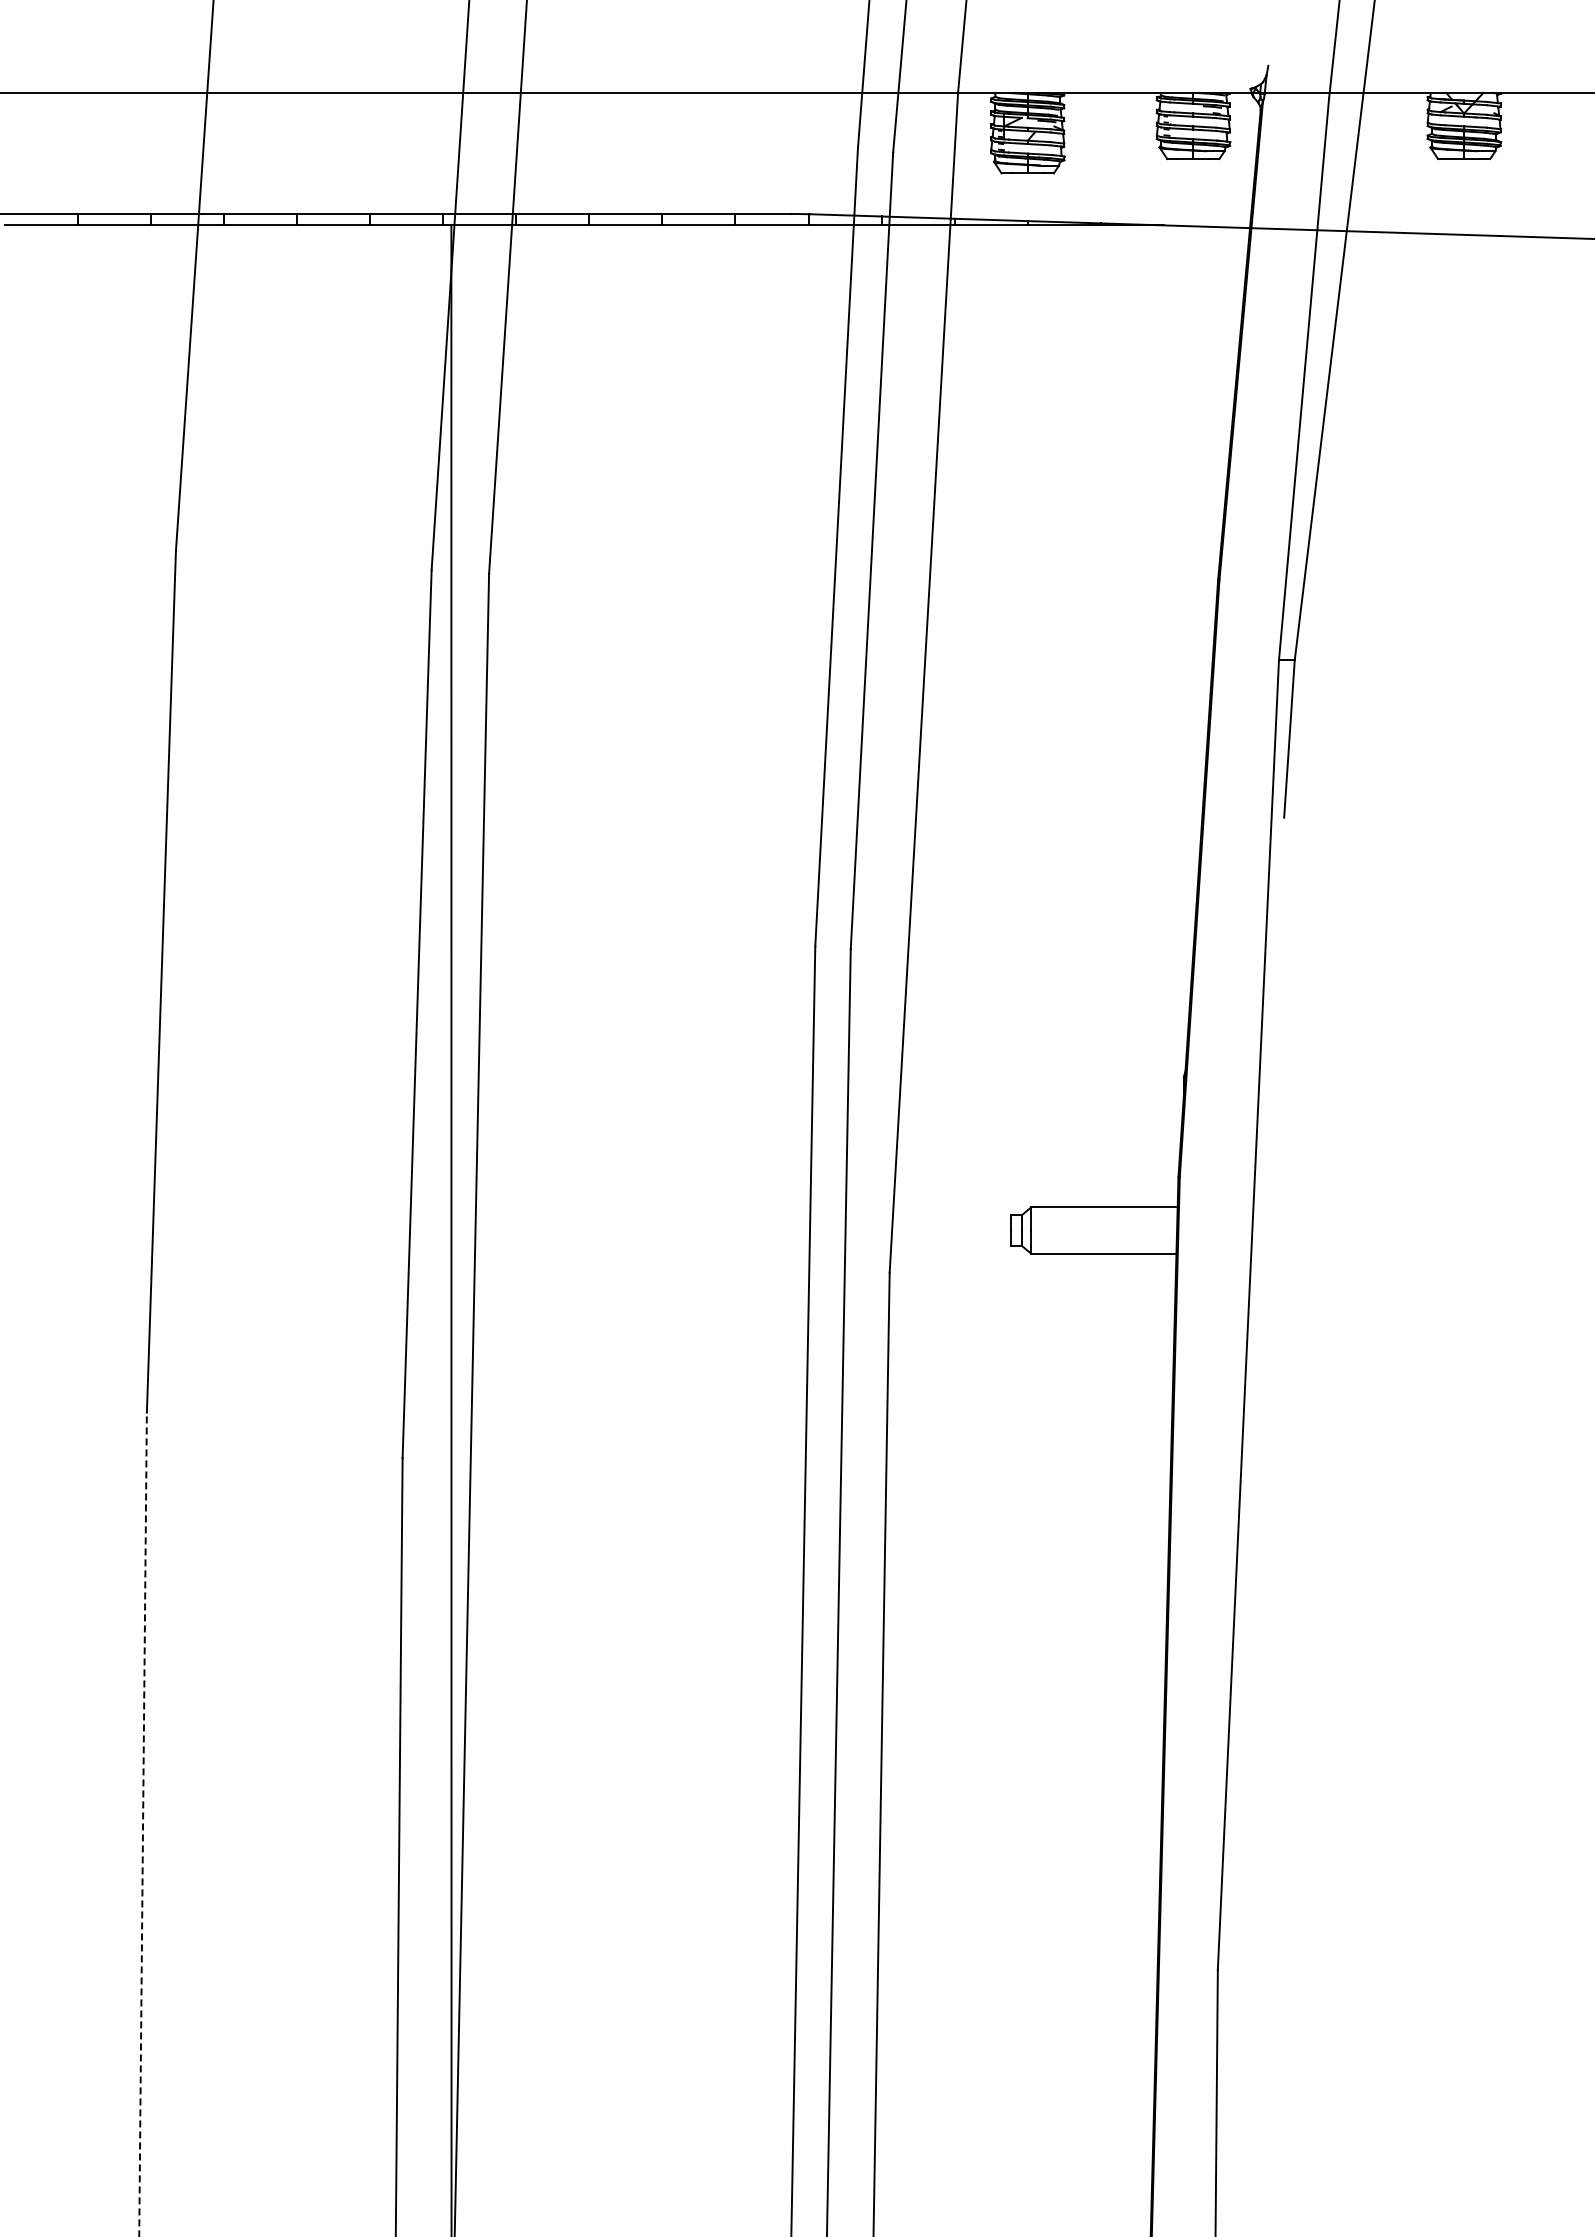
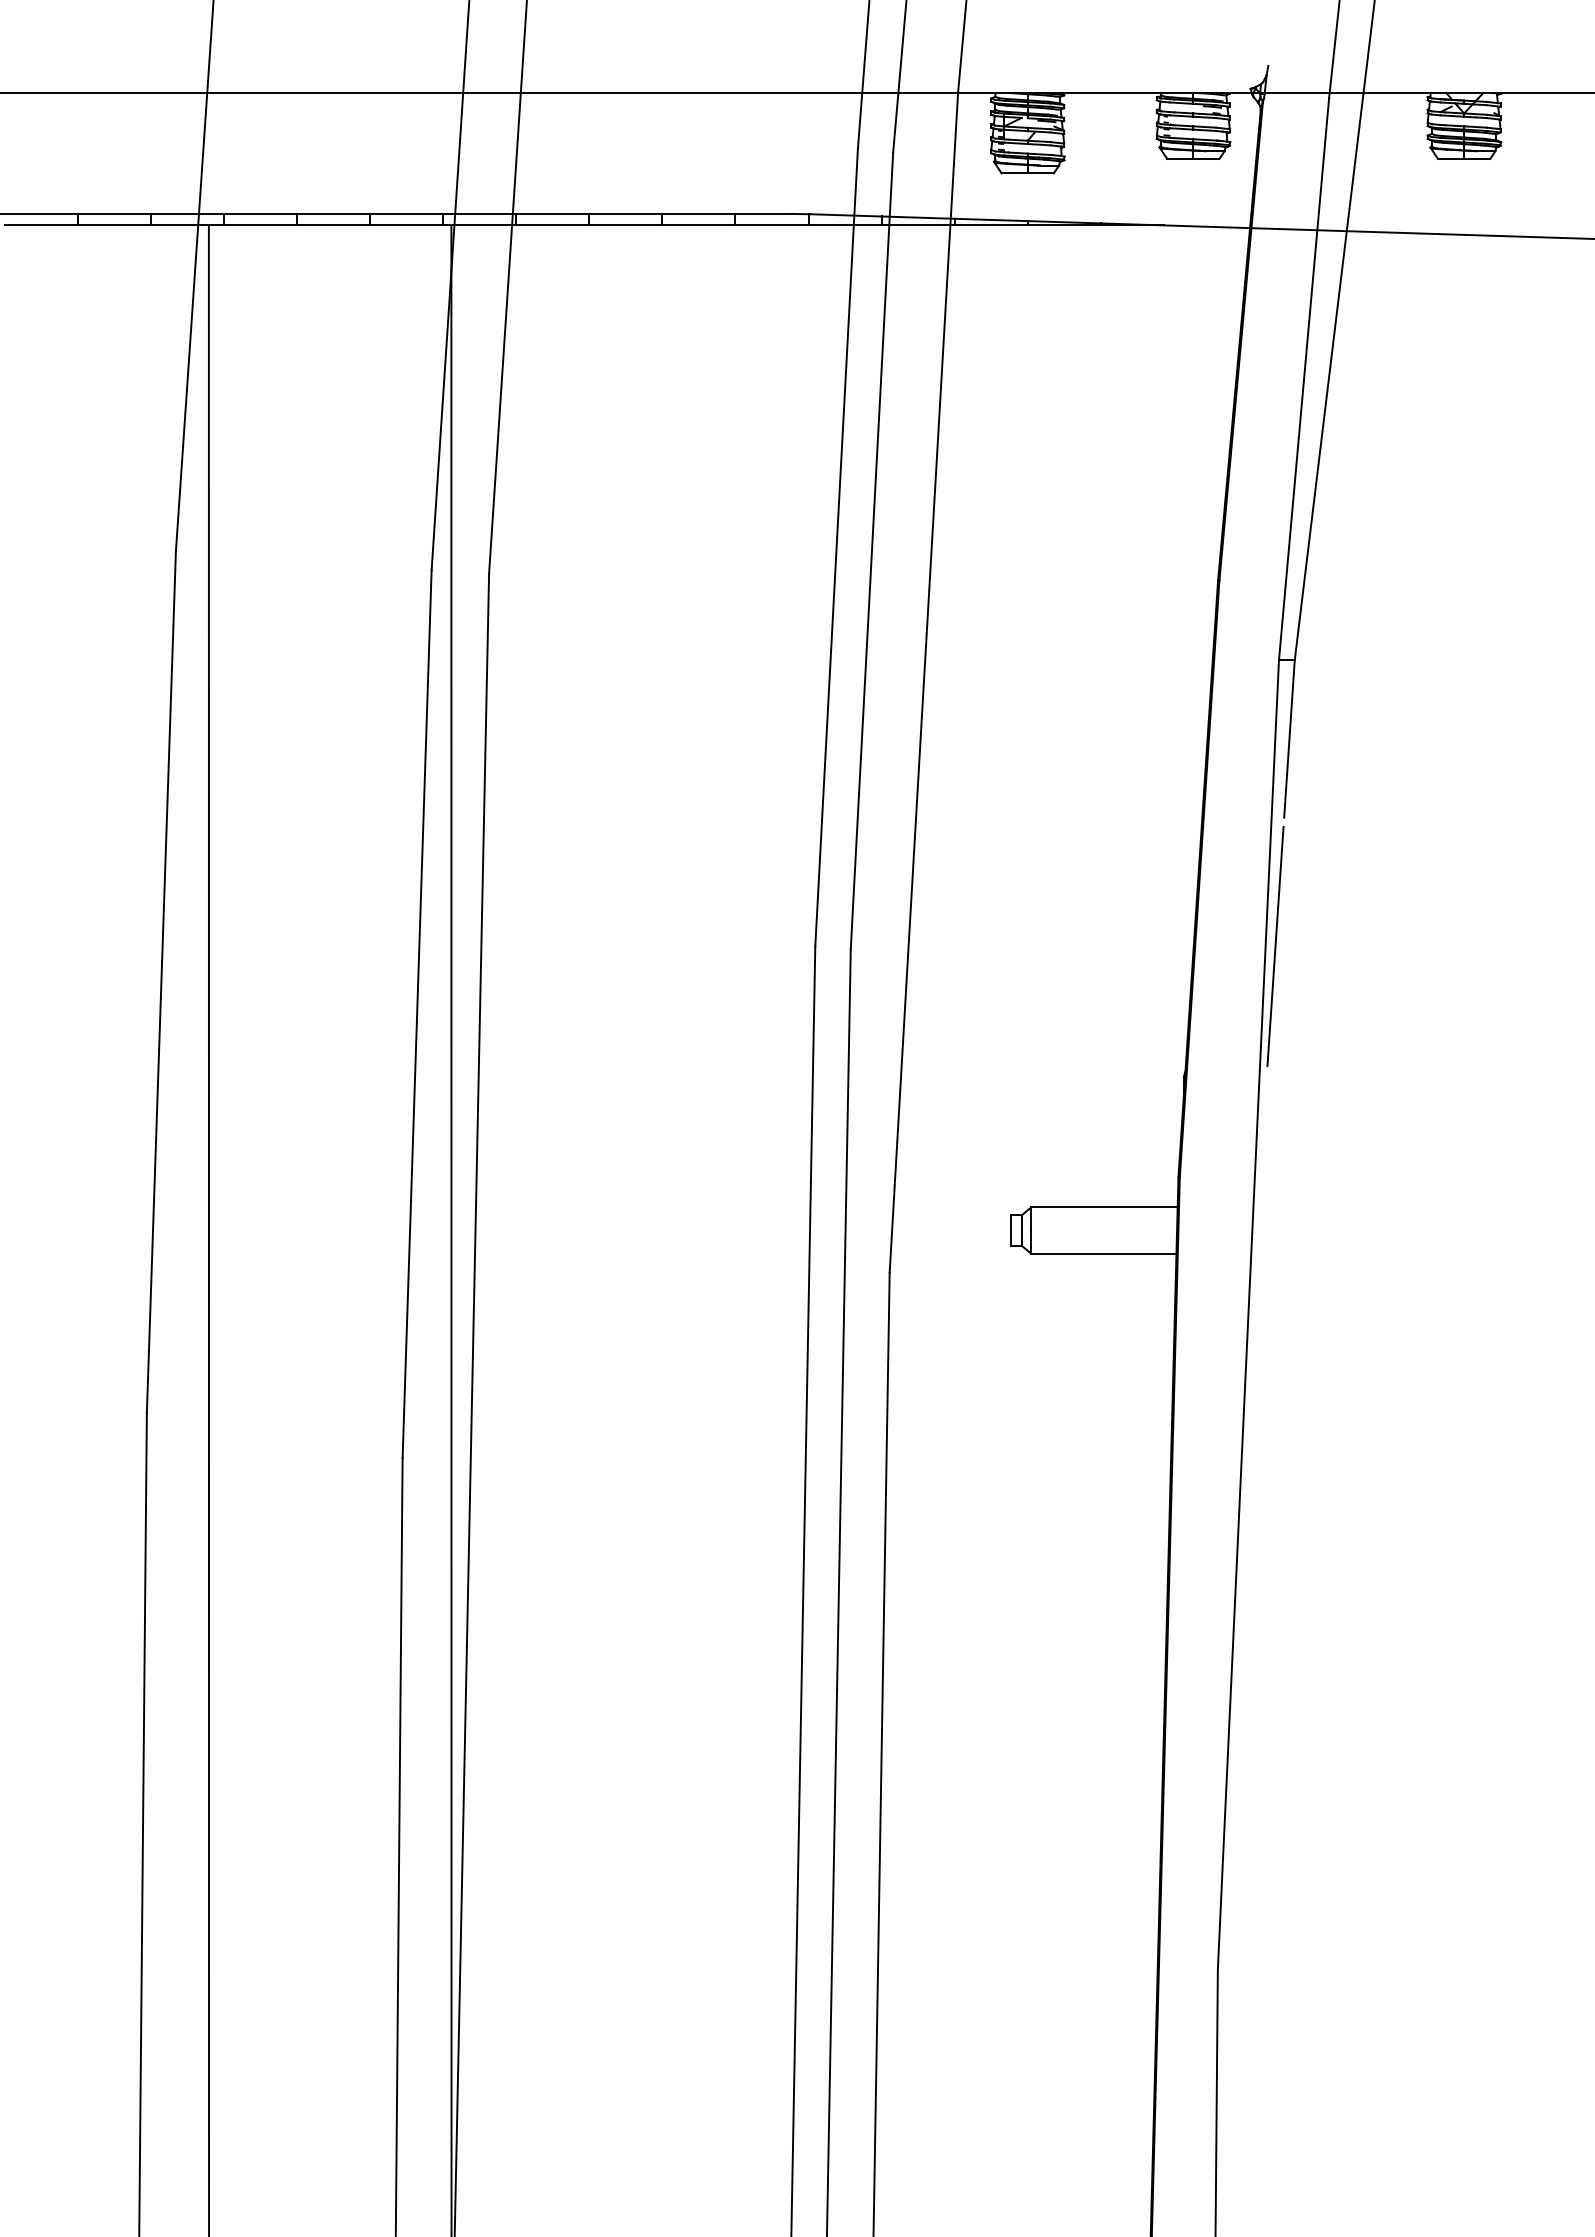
line at (1275, 946): none -> present
line at (208, 1229): none -> present
line at (143, 1824): dashed -> solid
